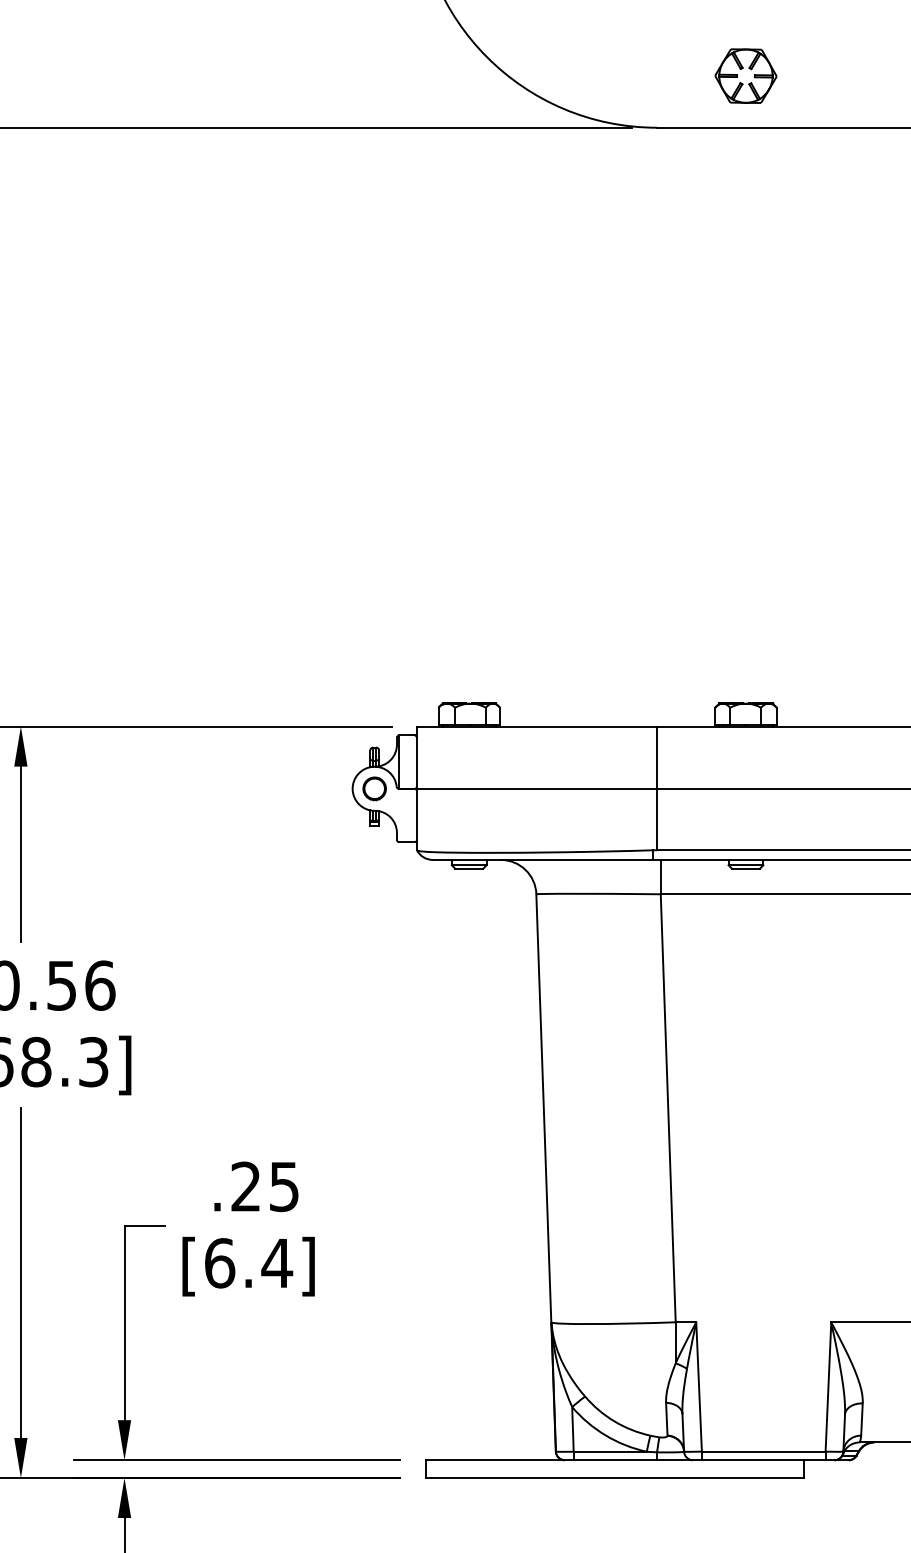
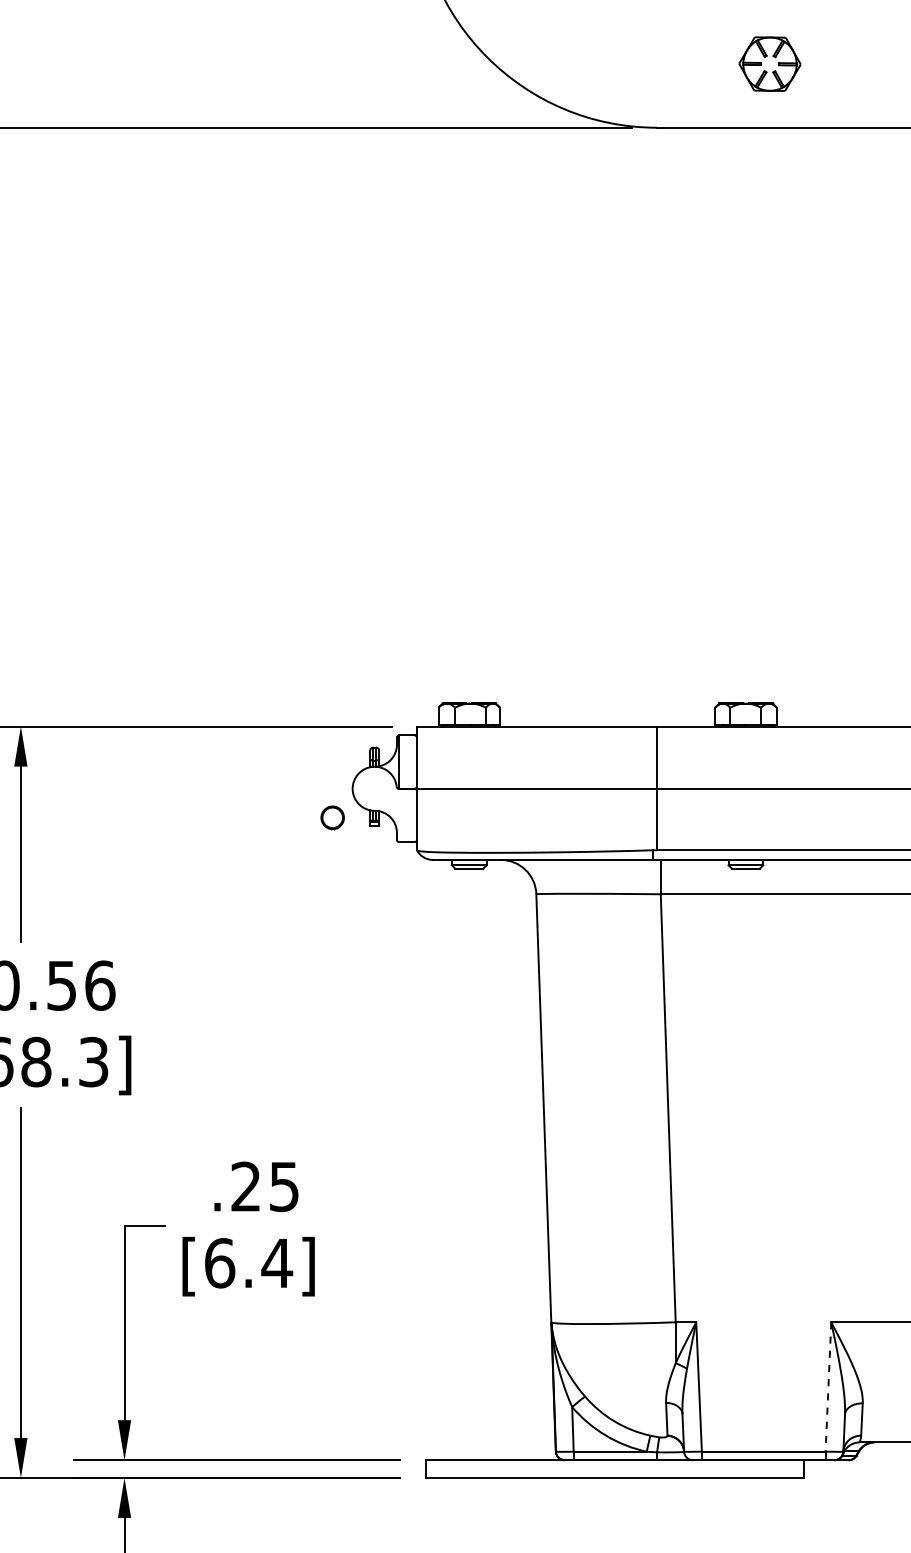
part at (745, 75) position: (745, 75) -> (769, 63)
part at (374, 788) position: (374, 788) -> (332, 817)
line at (828, 1386): solid -> dashed
